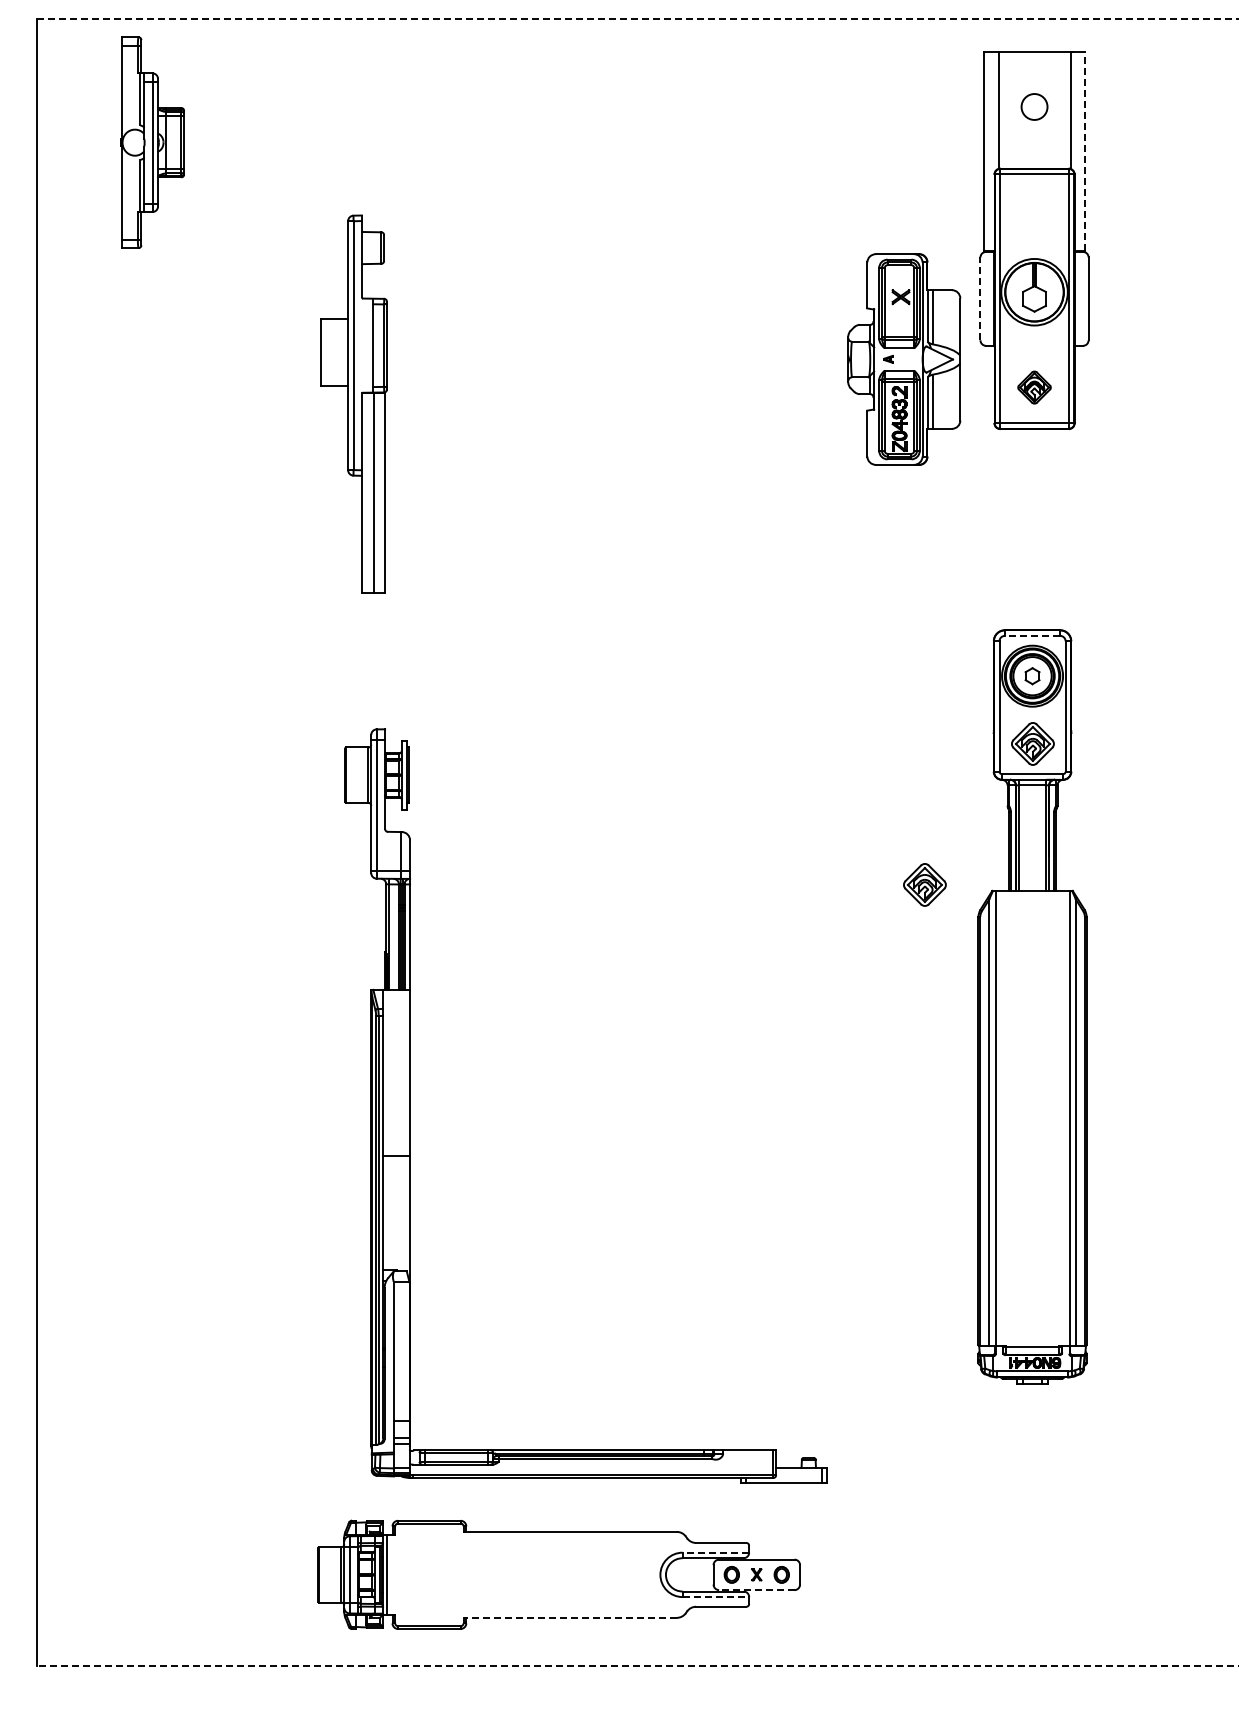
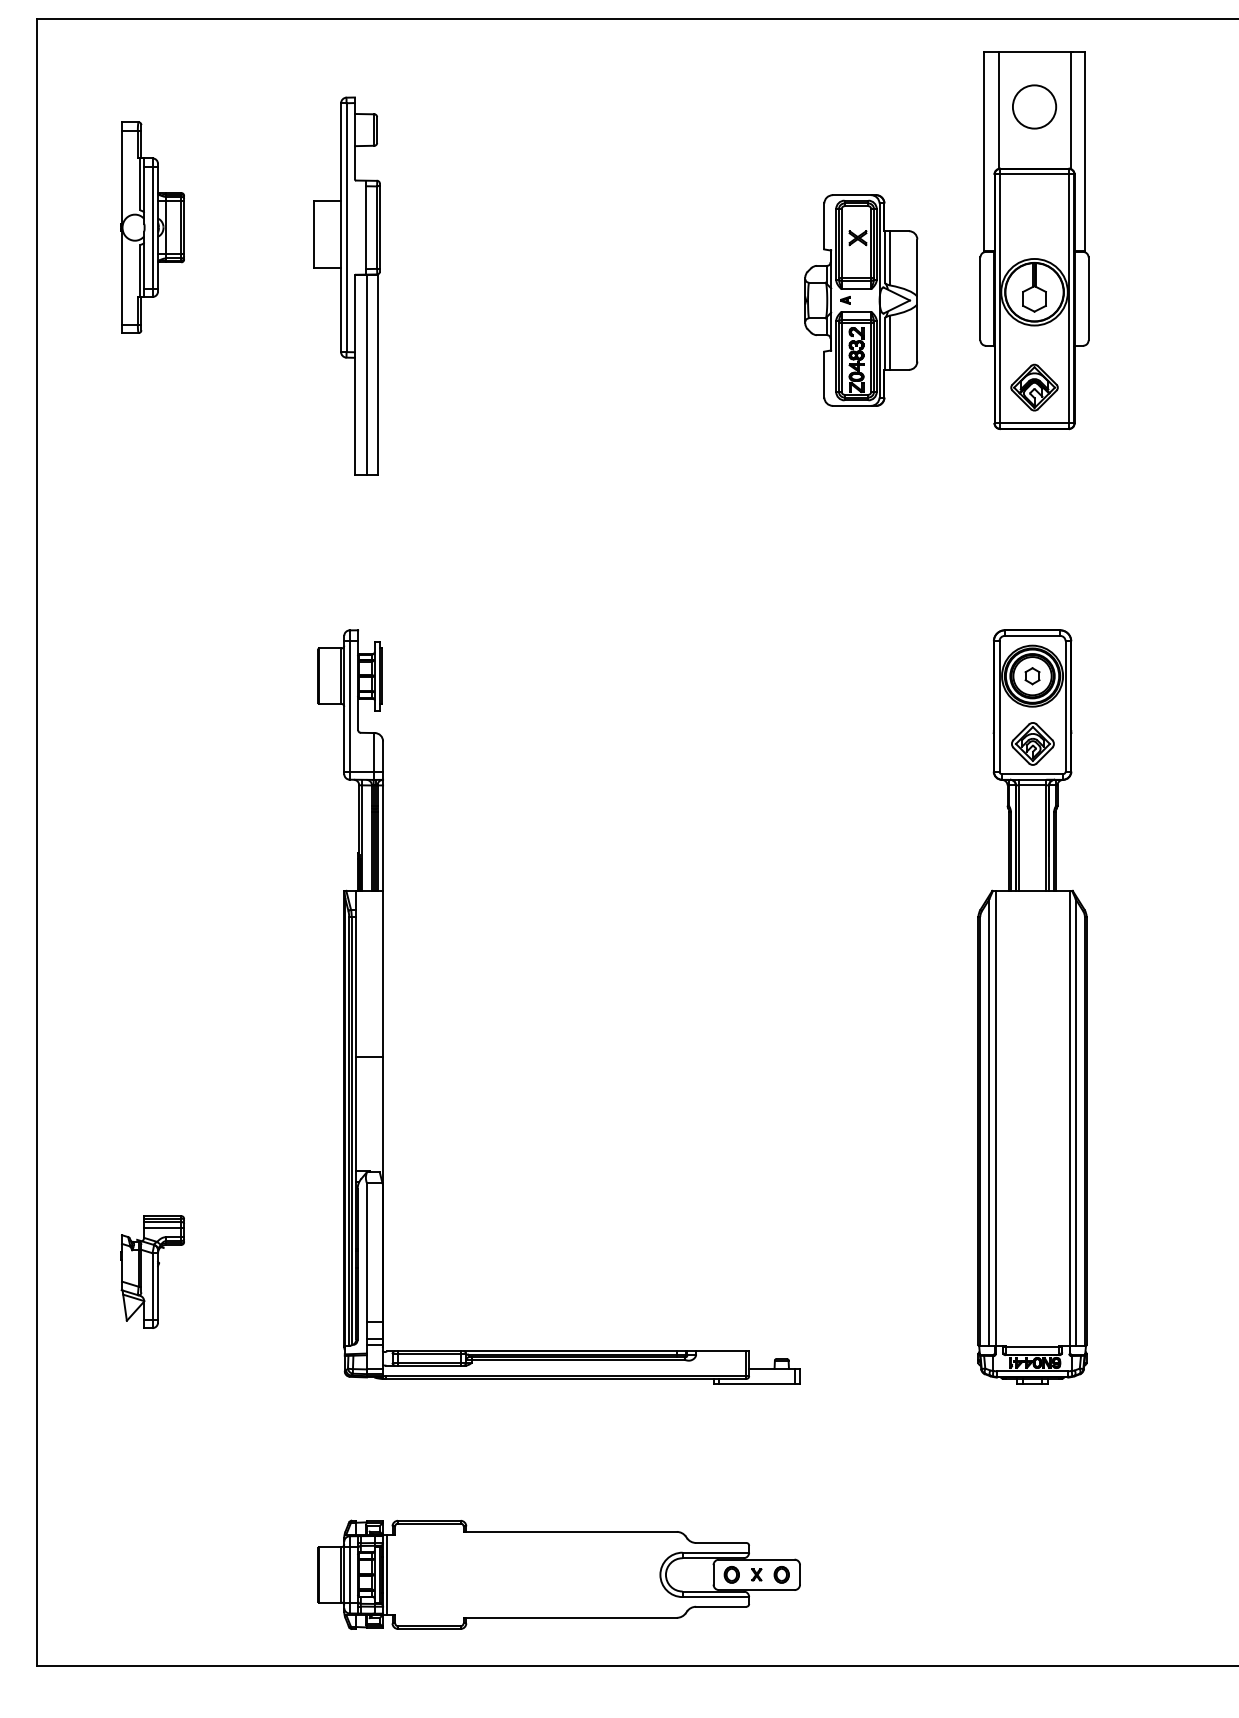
line at (637, 19): dashed -> solid
circle at (1034, 106) diameter: 26 px -> 43 px
part at (152, 142) position: (152, 142) -> (152, 227)
line at (1085, 151): dashed -> solid
line at (980, 298): dashed -> solid
part at (904, 359) position: (904, 359) -> (861, 300)
part at (1034, 387) size: 35x35 px -> 49x49 px
part at (353, 403) position: (353, 403) -> (346, 285)
line at (1032, 635): dashed -> solid
part at (924, 884): present -> none
part at (410, 1105) position: (410, 1105) -> (383, 1006)
part at (152, 1271): none -> present
line at (715, 1552): dashed -> solid
line at (756, 1590): dashed -> solid
line at (716, 1597): dashed -> solid
line at (570, 1617): dashed -> solid
line at (637, 1666): dashed -> solid
